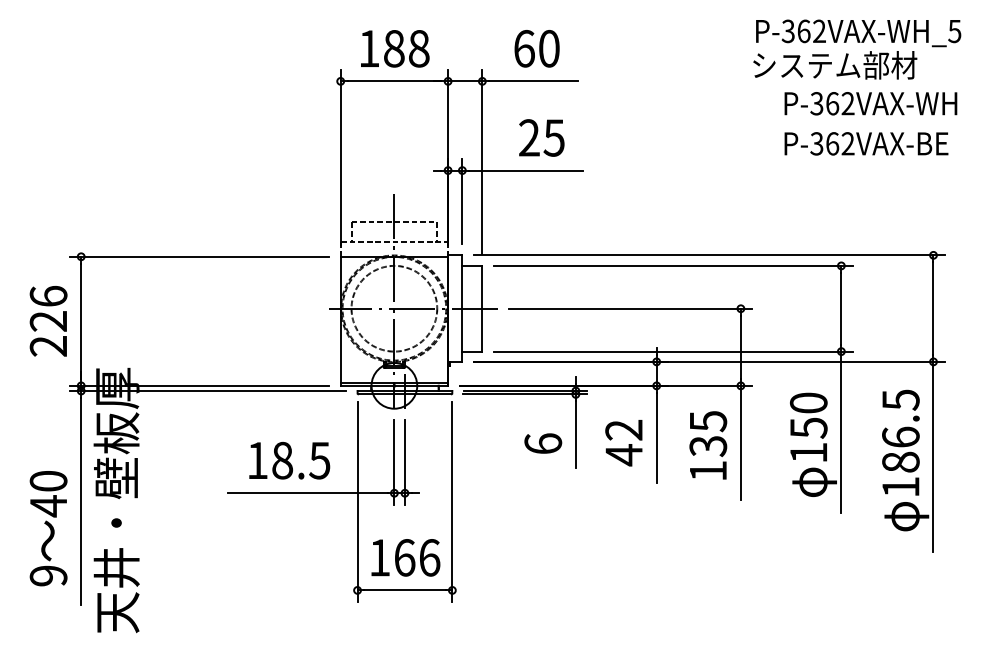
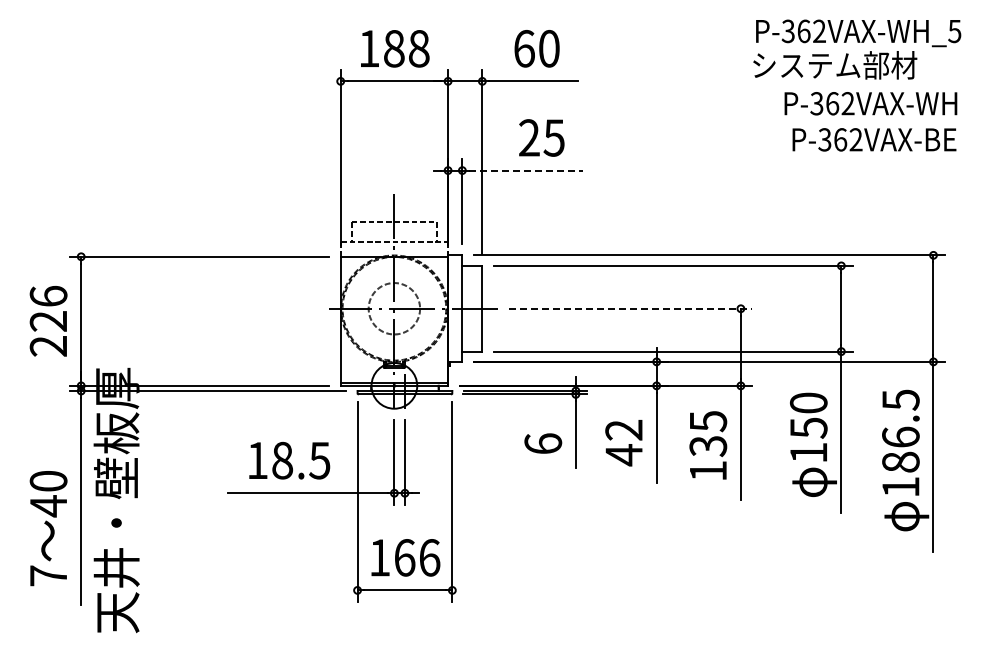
text at (866, 143) position: (866, 143) -> (874, 139)
line at (526, 170): solid -> dashed
circle at (394, 308) diameter: 86 px -> 51 px
line at (630, 308): solid -> dashed
text at (48, 575): 9 -> 7
